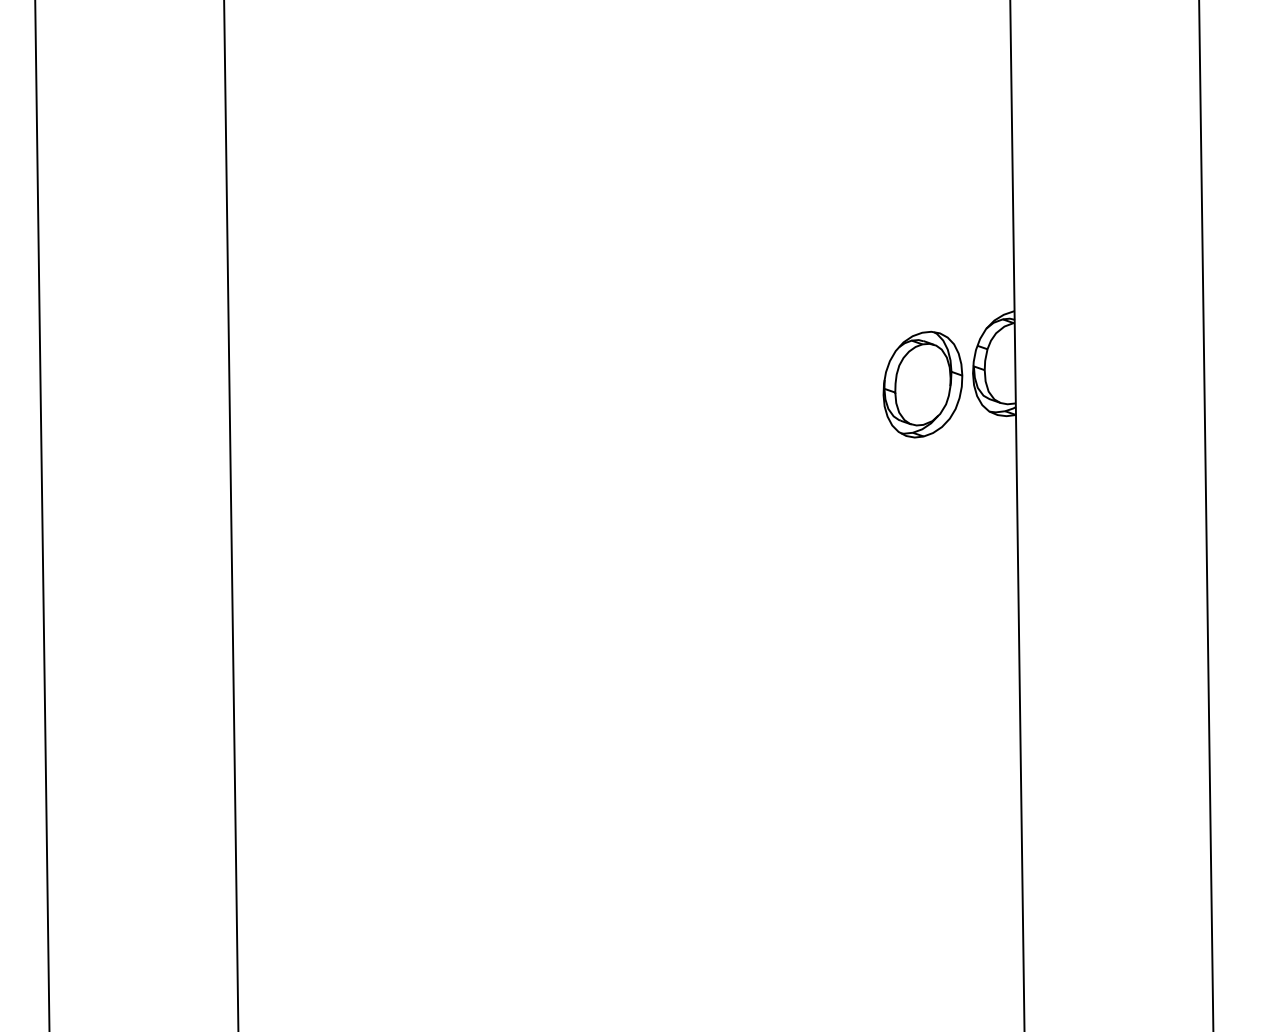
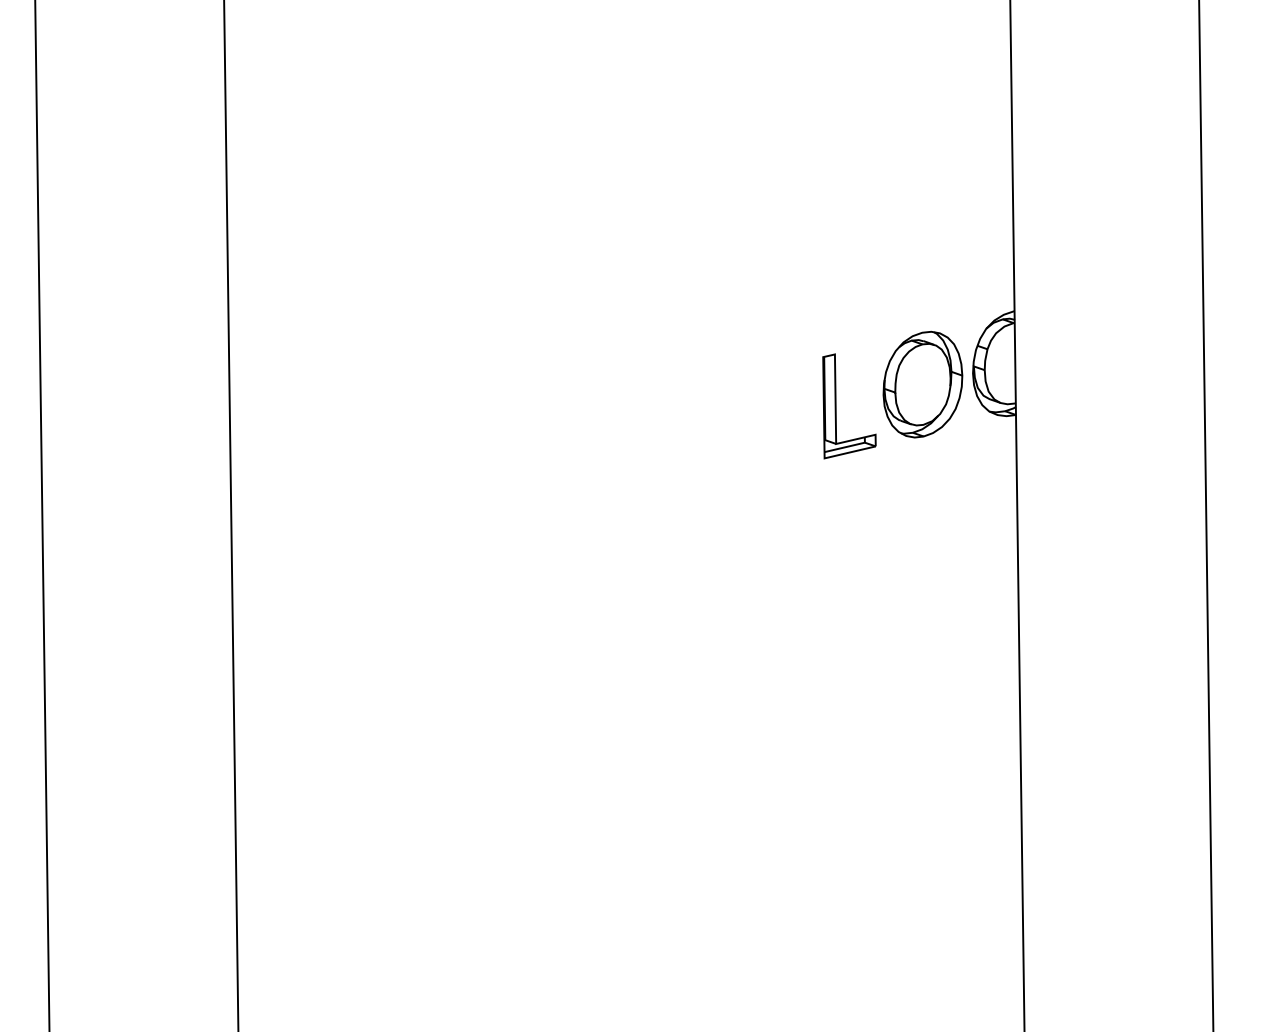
part at (836, 406): none -> present
